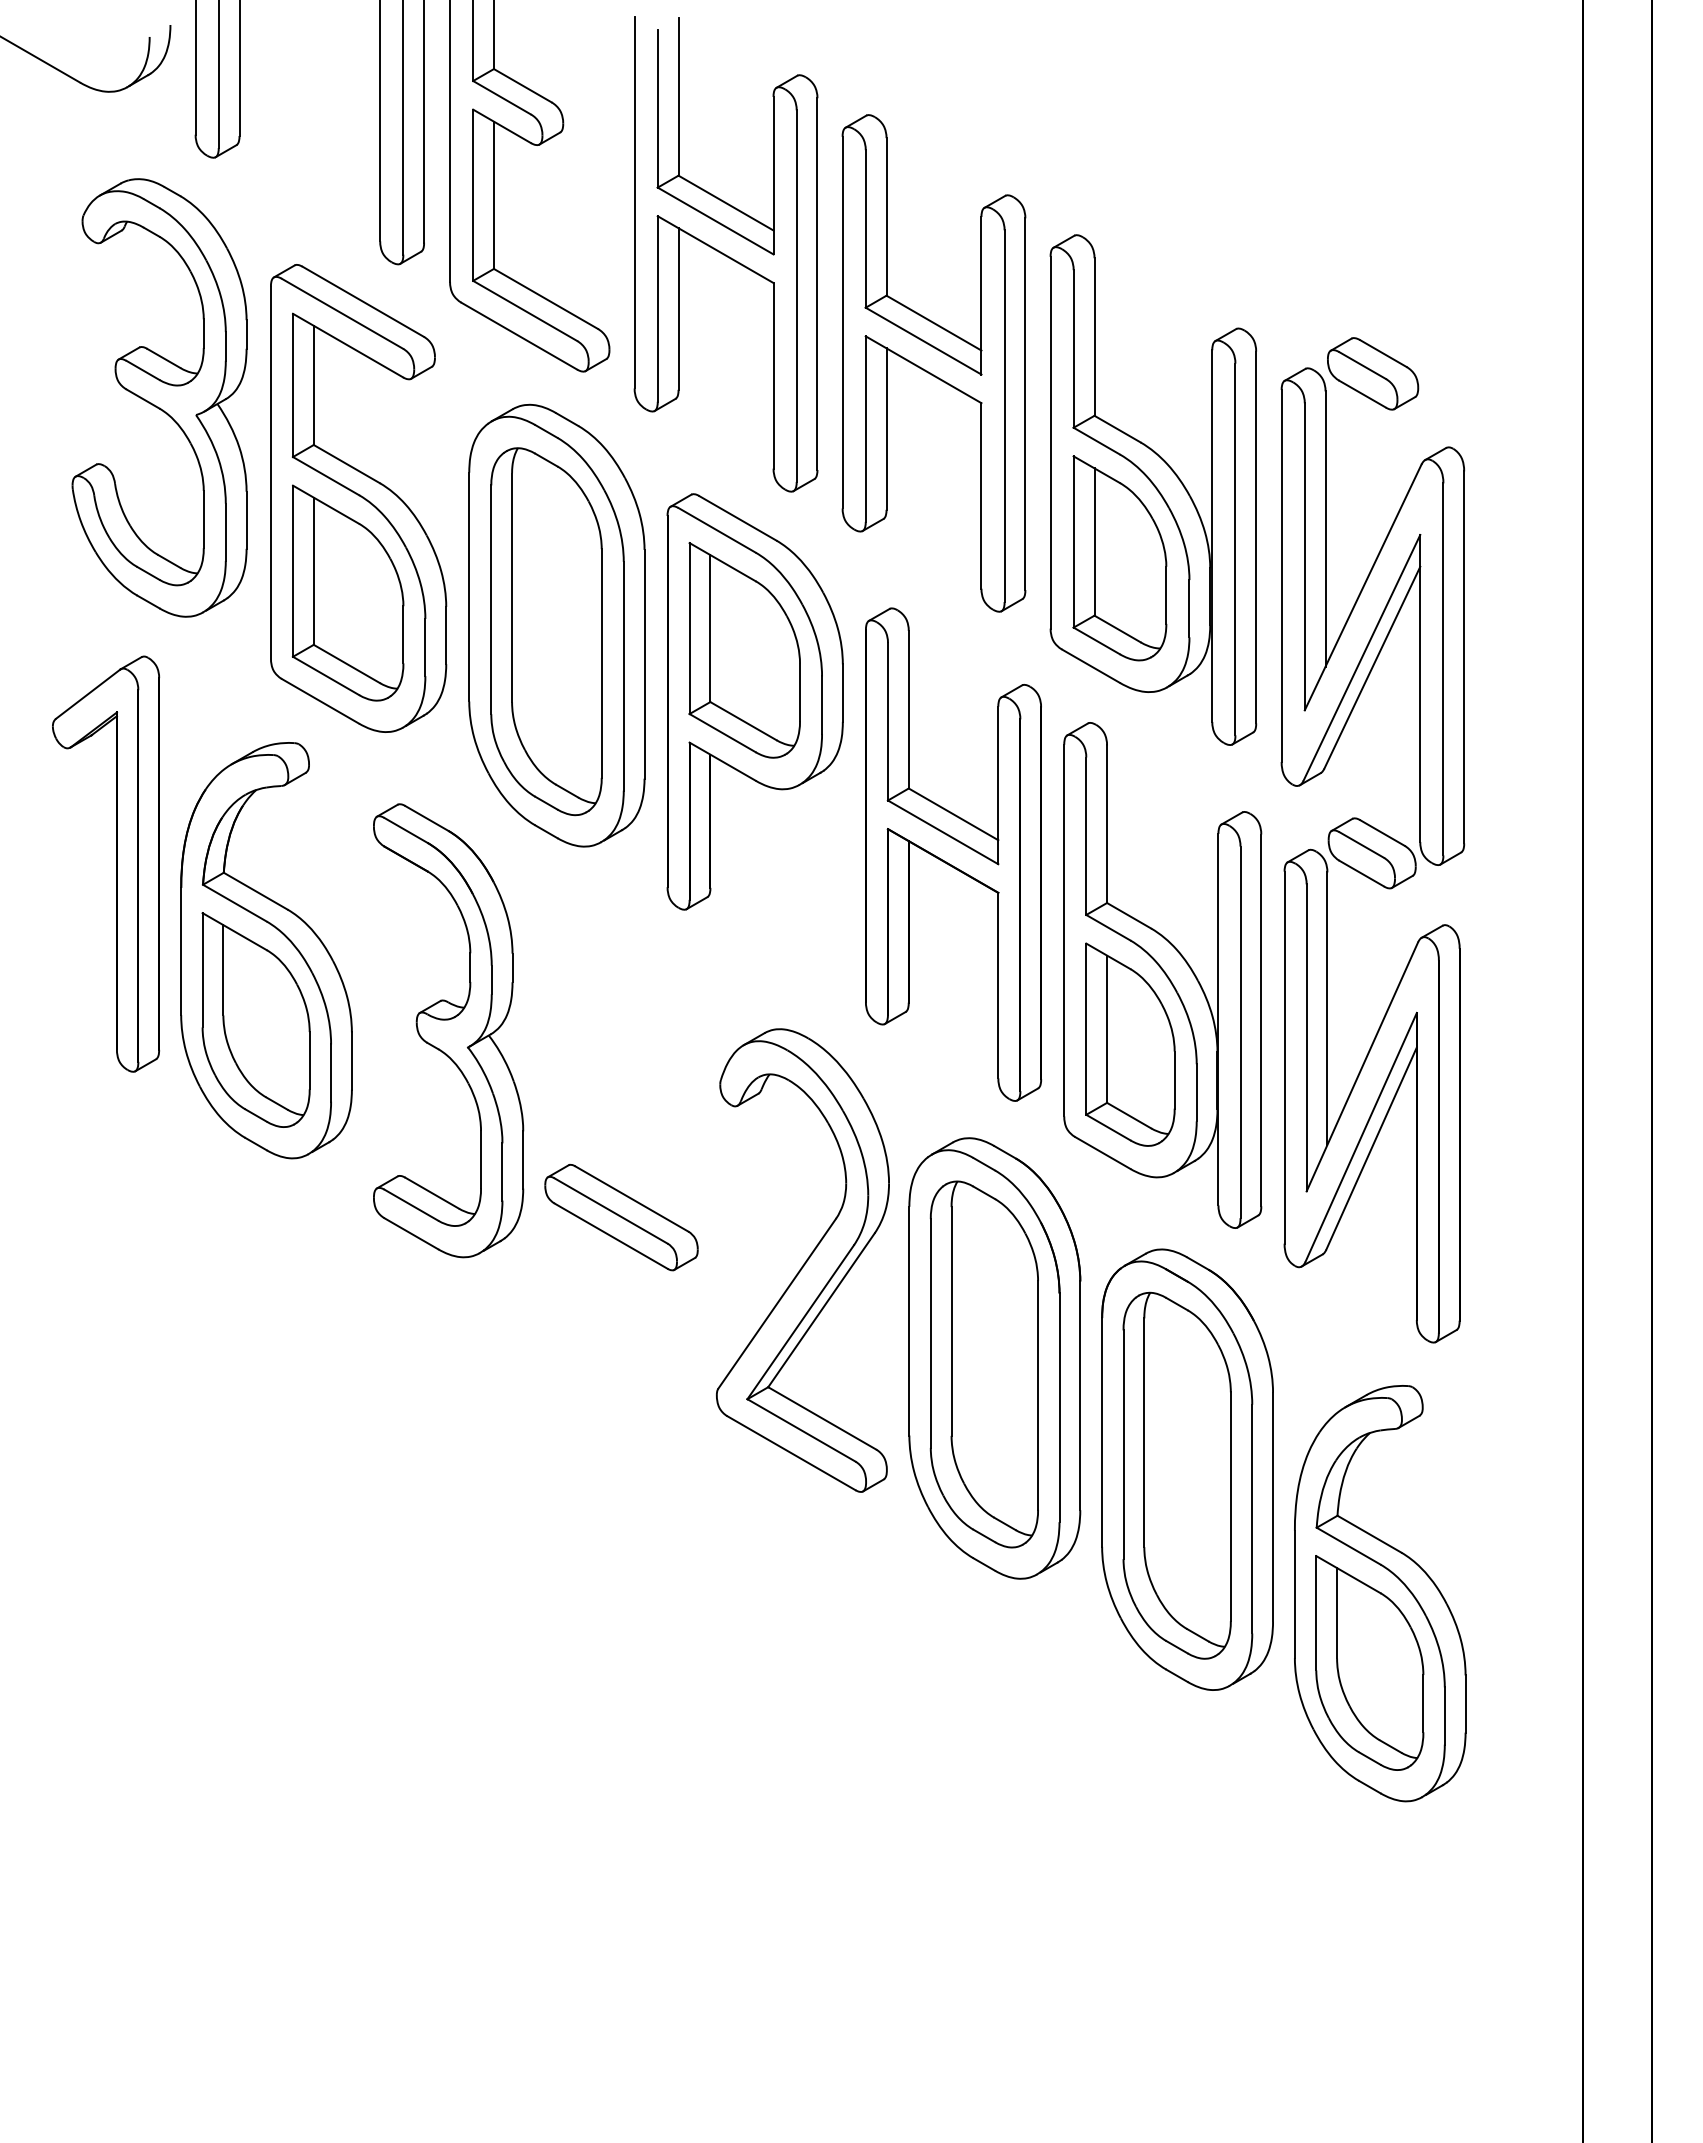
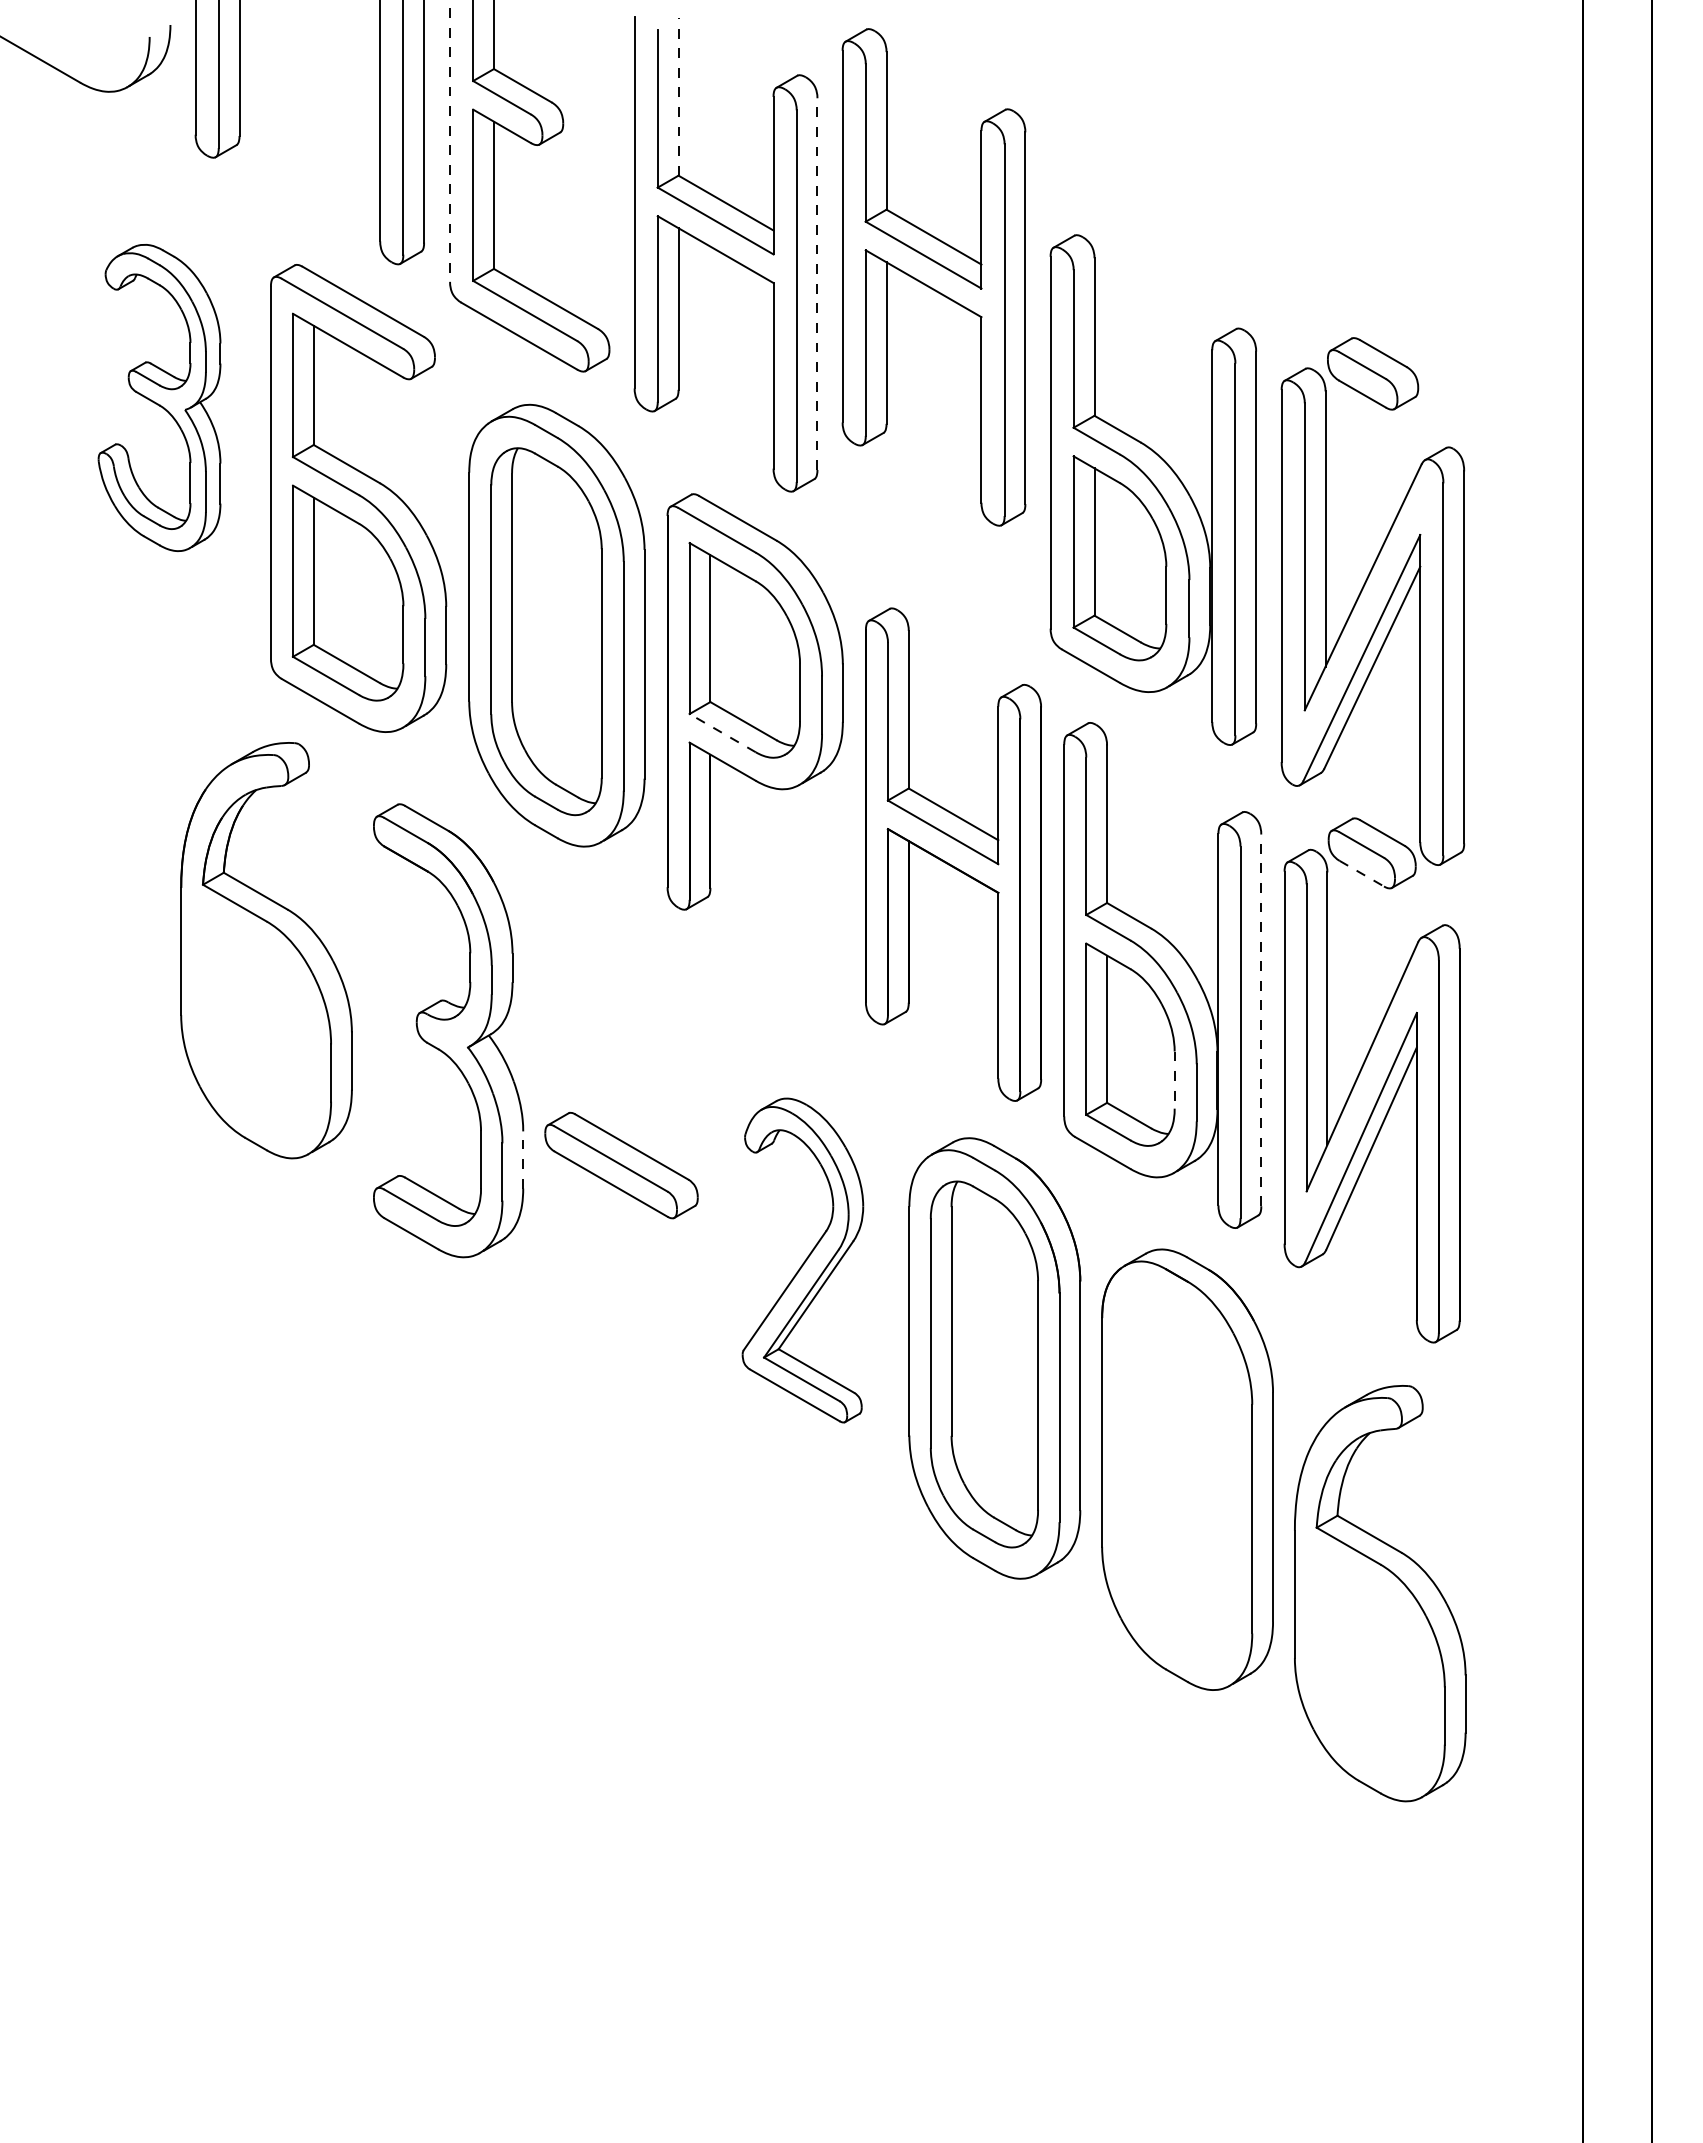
line at (678, 96): solid -> dashed
line at (450, 140): solid -> dashed
line at (817, 284): solid -> dashed
part at (933, 363) position: (933, 363) -> (933, 277)
part at (159, 397) size: 177x440 px -> 125x308 px
line at (722, 732): solid -> dashed
part at (116, 863): present -> none
line at (1361, 873): solid -> dashed
part at (255, 1019): present -> none
line at (1261, 1020): solid -> dashed
line at (1174, 1080): solid -> dashed
line at (523, 1159): solid -> dashed
part at (621, 1217) position: (621, 1217) -> (621, 1165)
part at (802, 1260) size: 174x465 px -> 124x327 px
part at (1176, 1475): present -> none
part at (1369, 1662): present -> none
